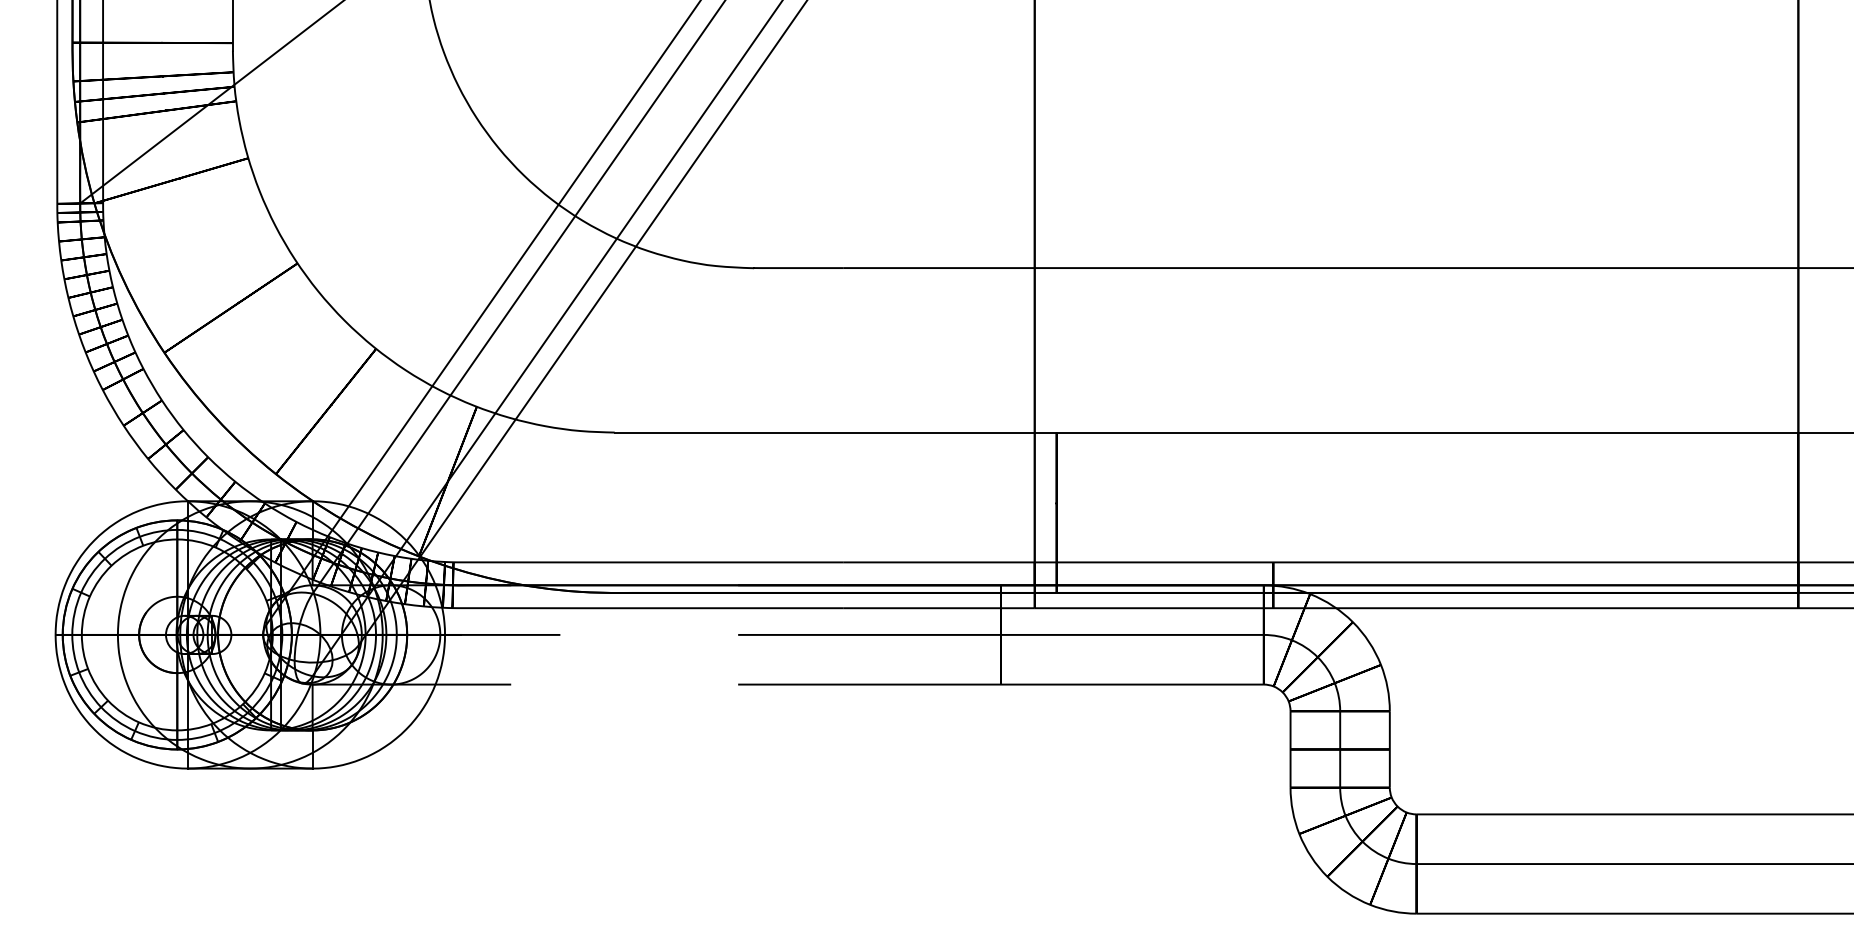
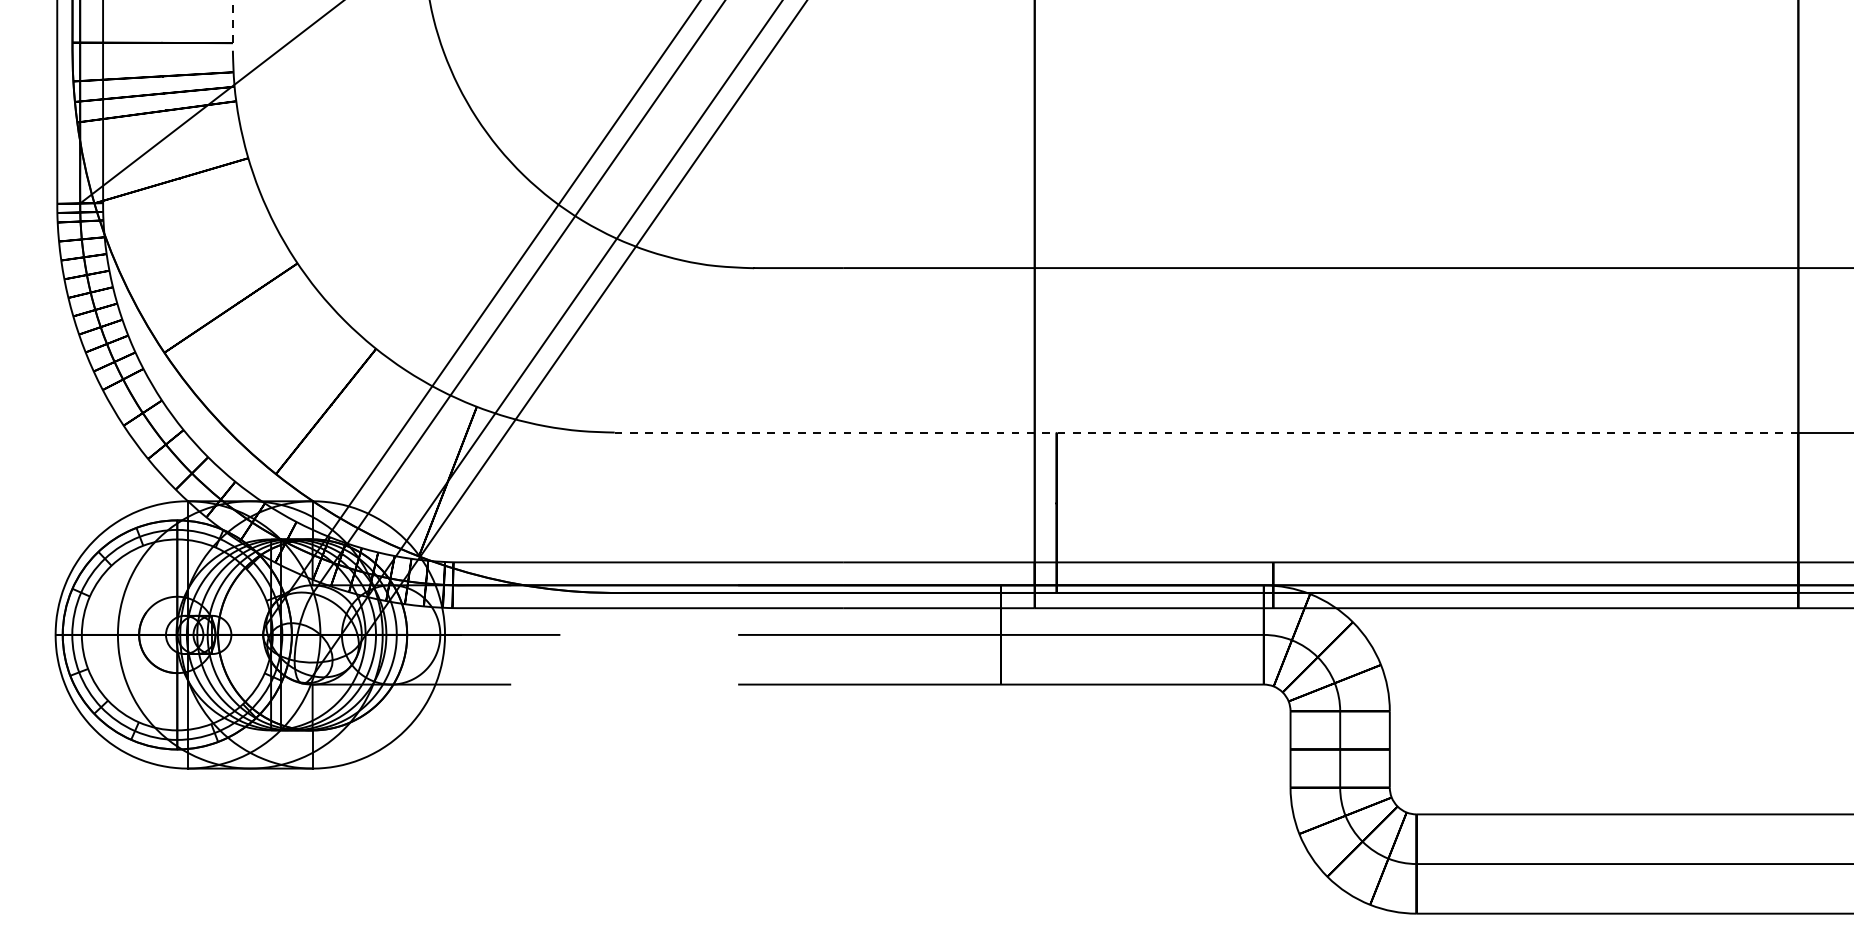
line at (232, 25): solid -> dashed
line at (1206, 432): solid -> dashed
